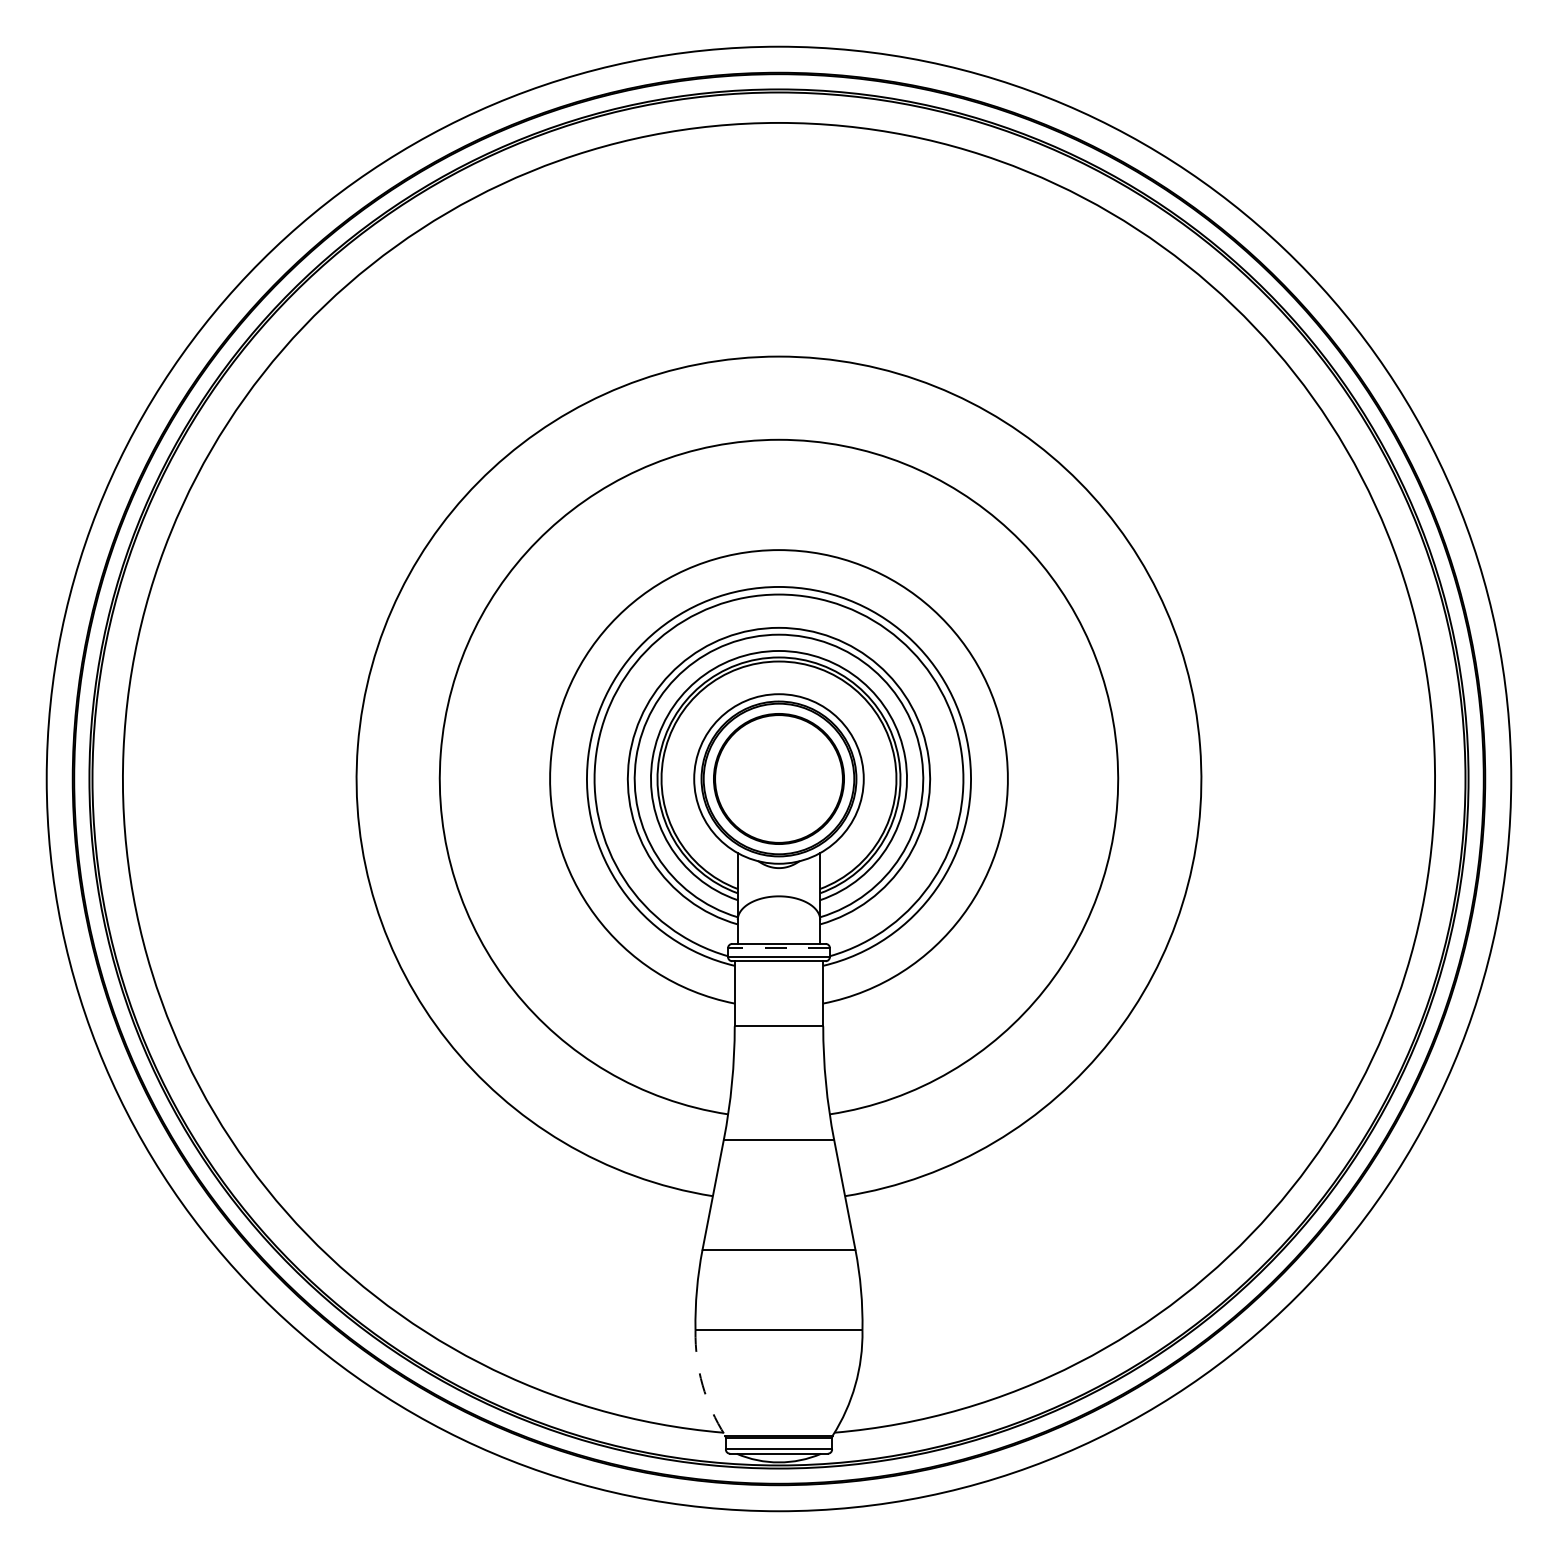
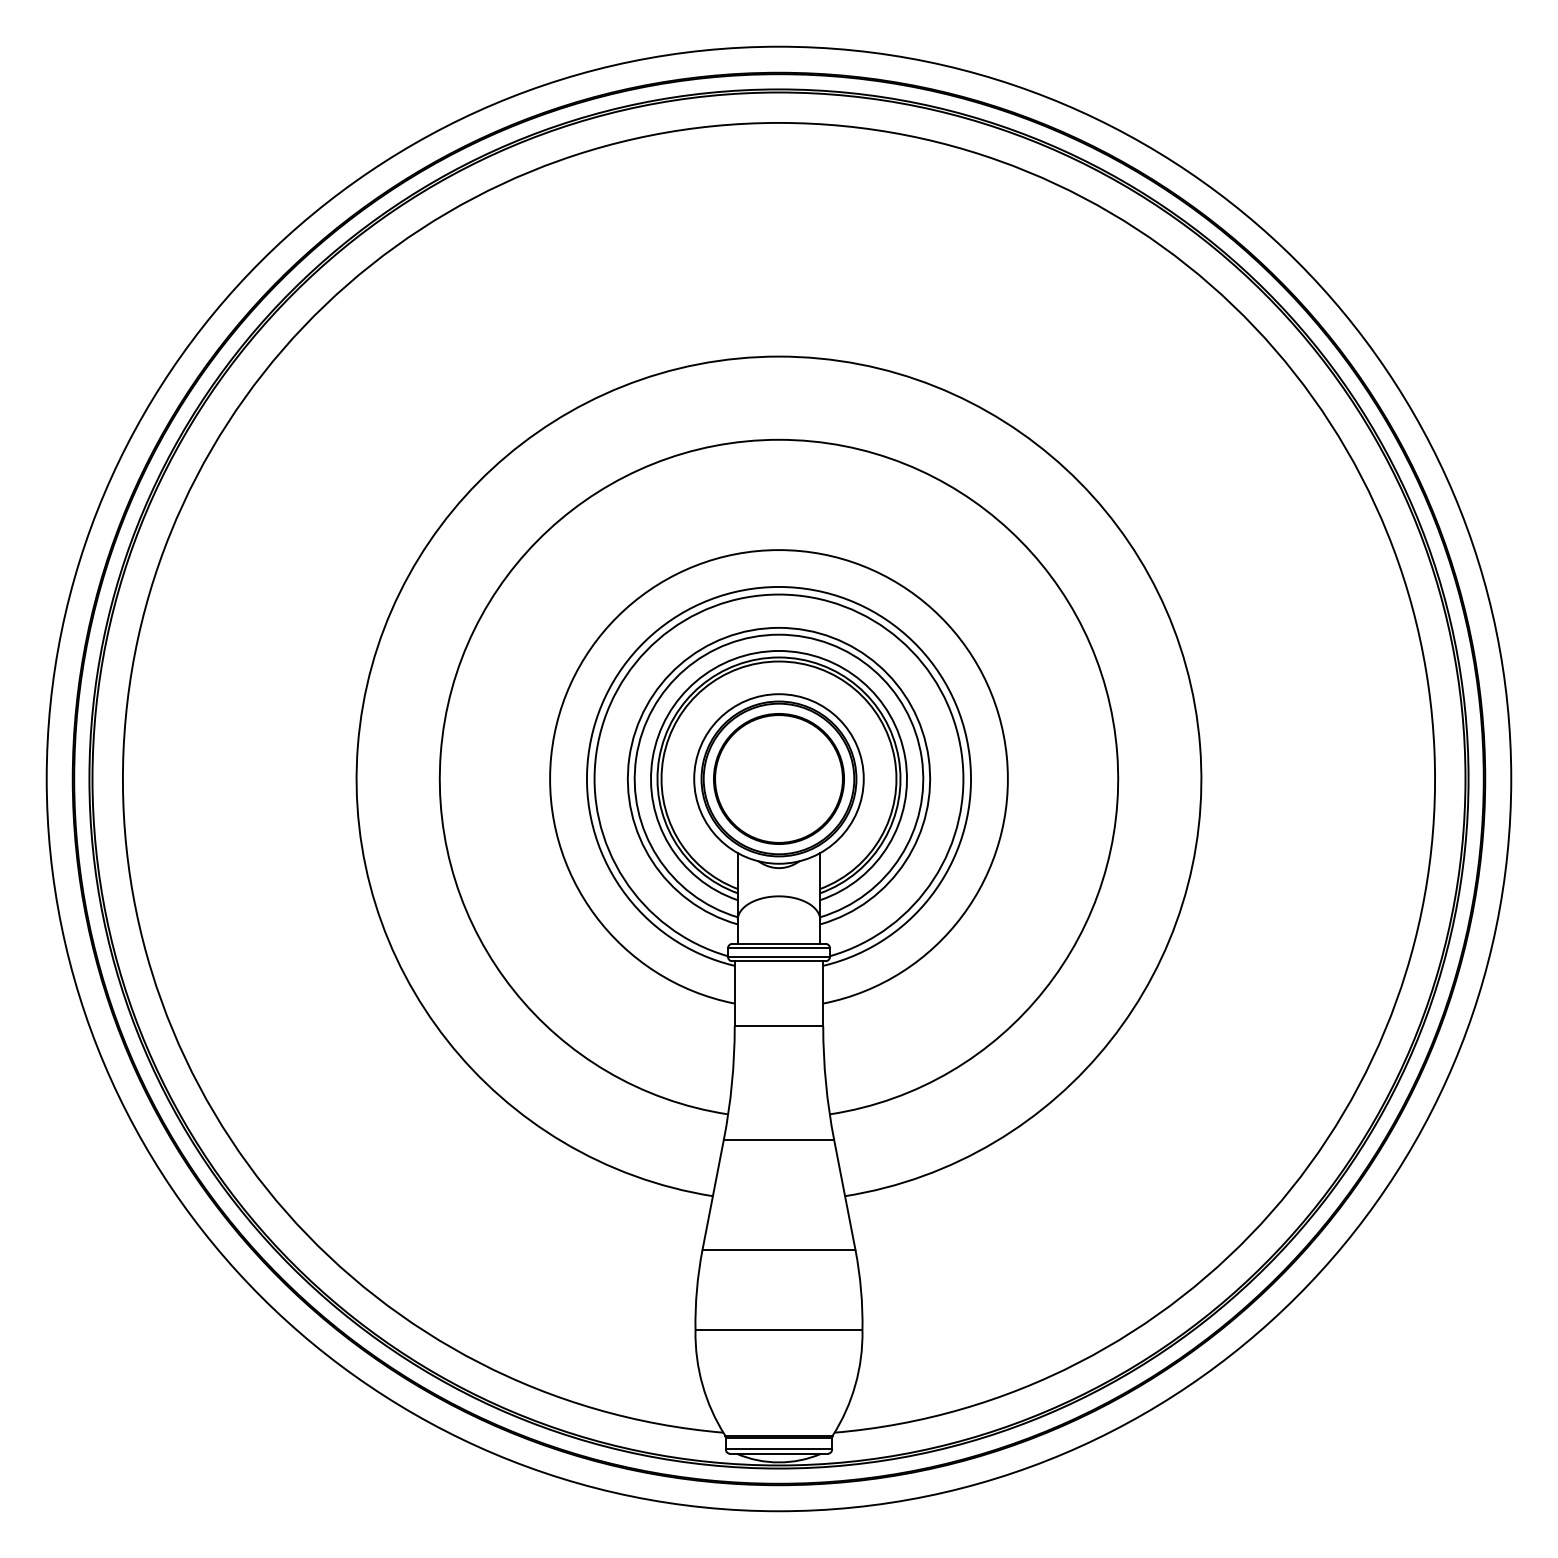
line at (779, 948): dashed -> solid
arc at (702, 1385): dashed -> solid
